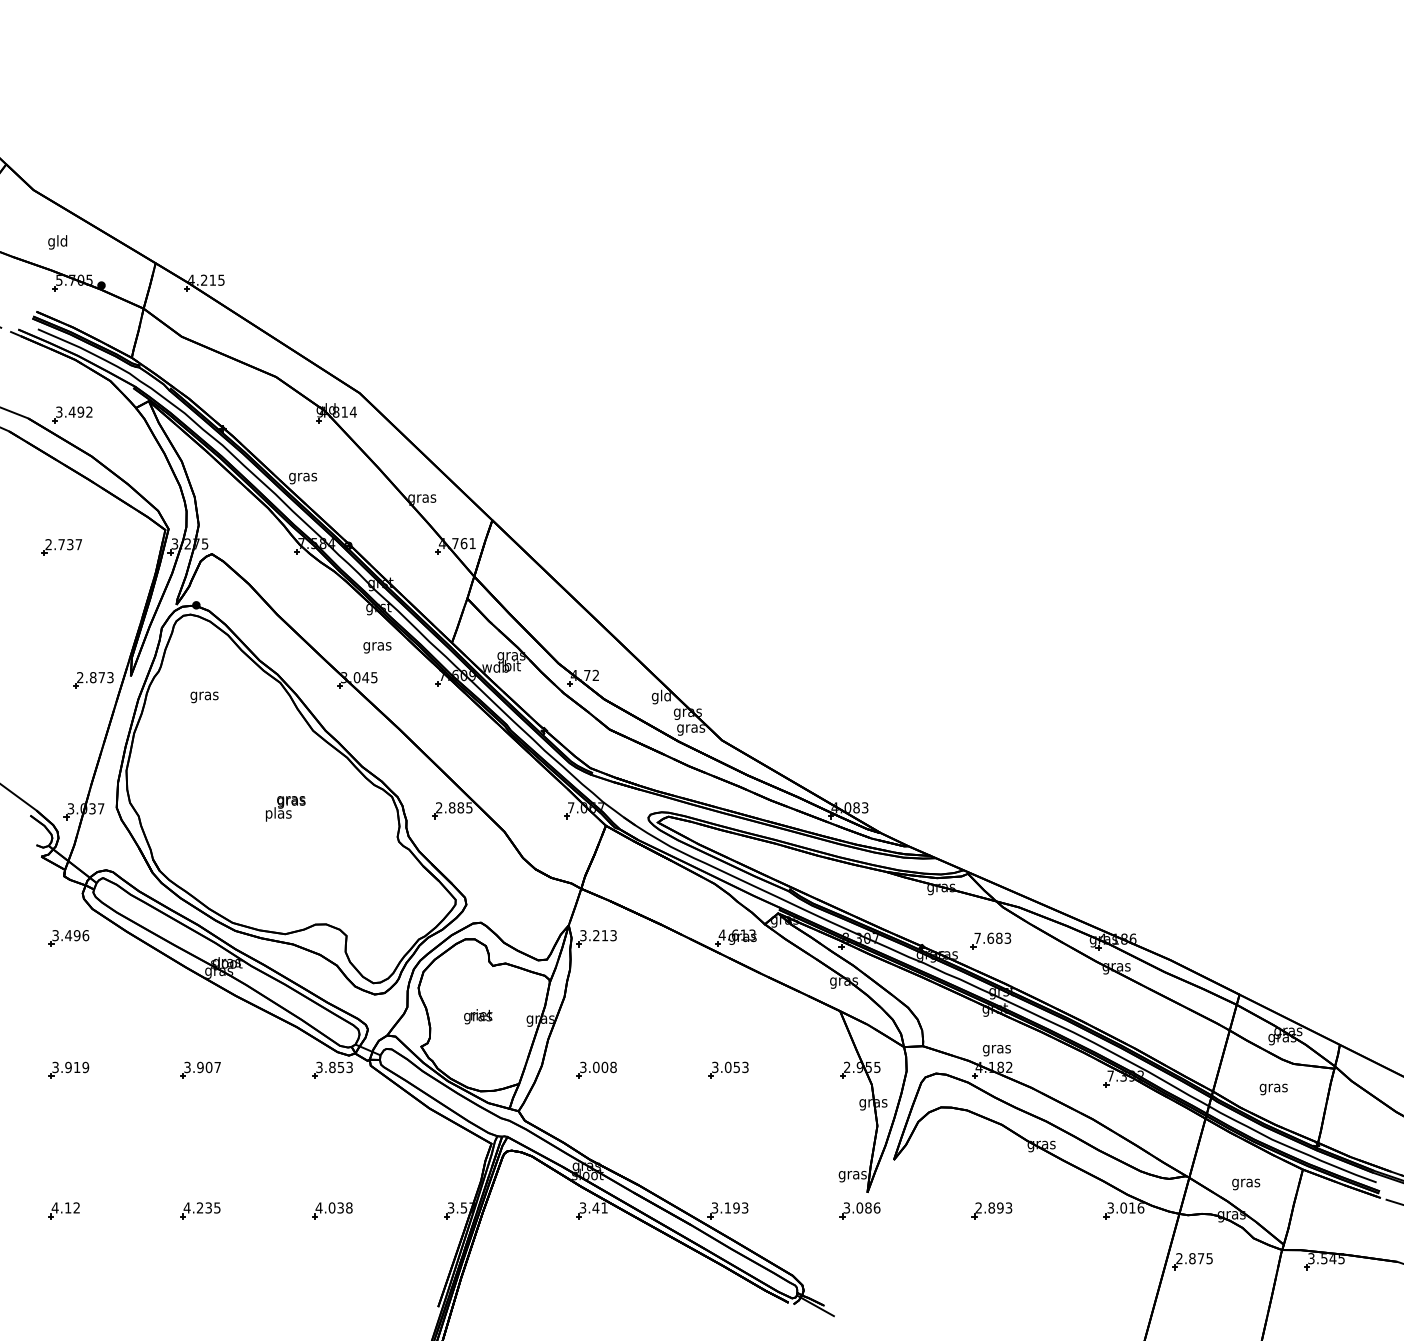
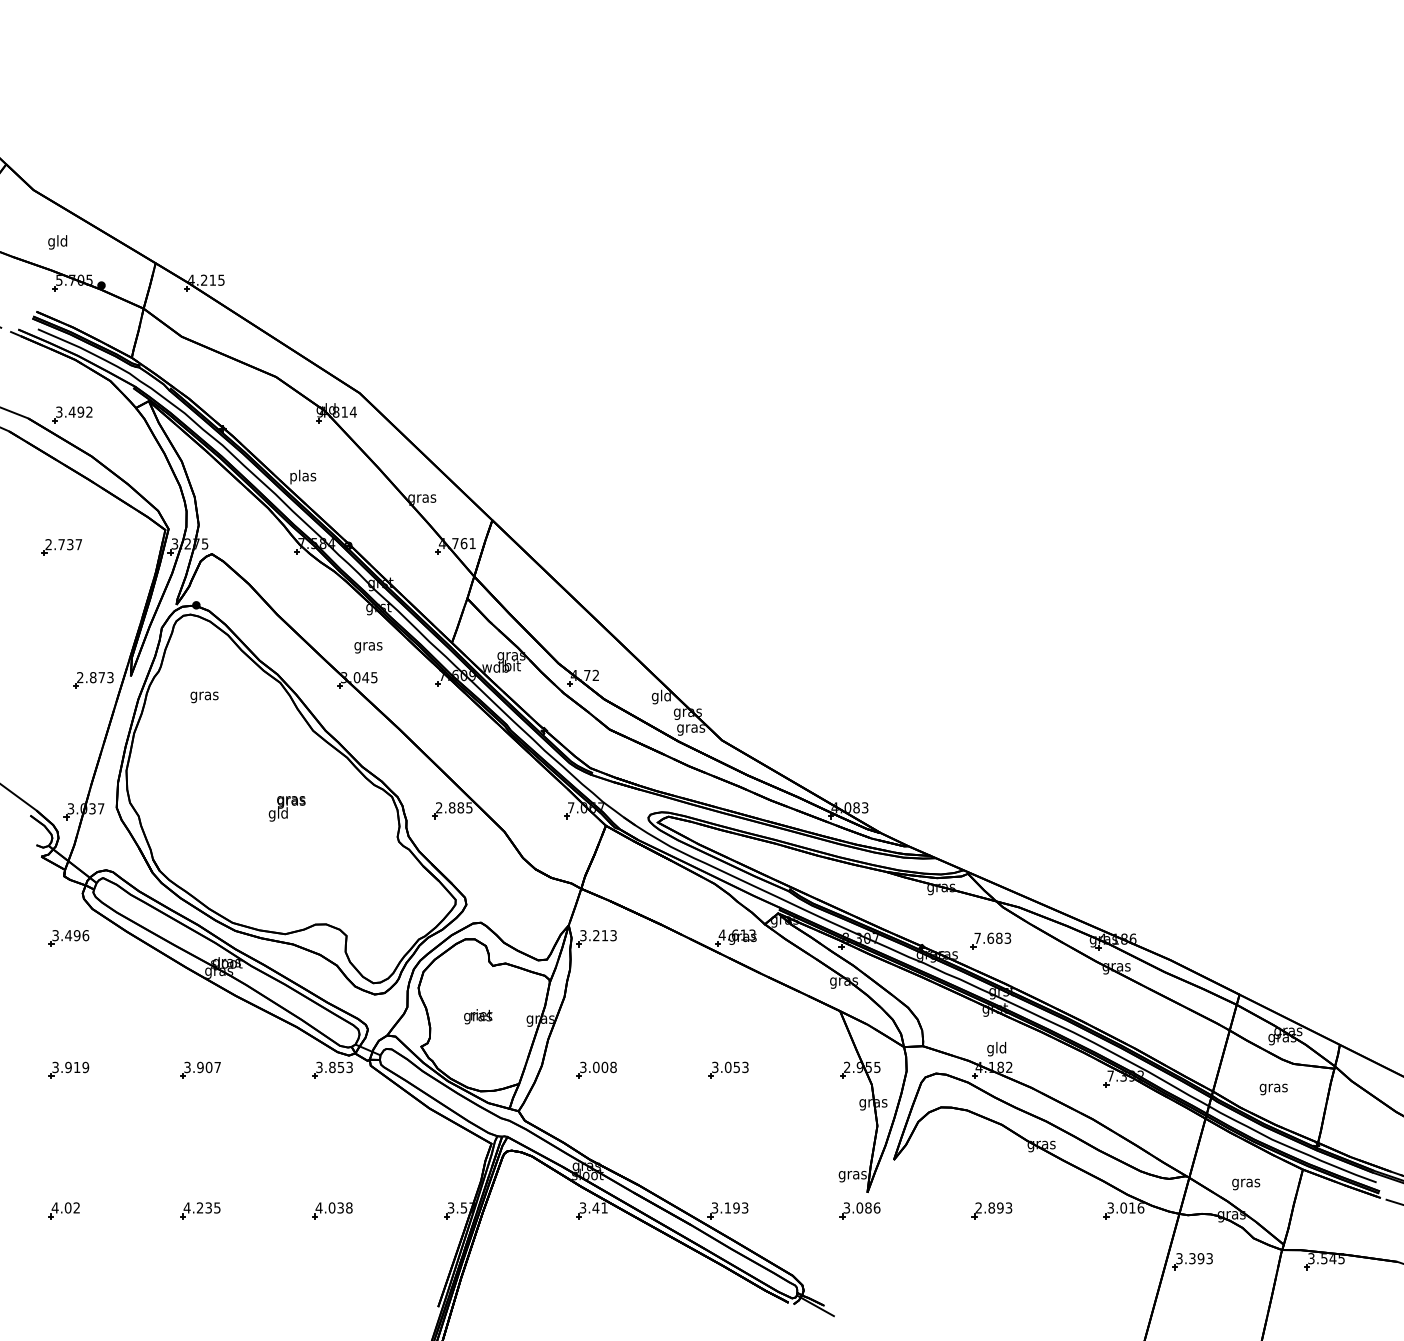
text at (303, 476): gras -> plas
text at (377, 647) position: (377, 647) -> (368, 647)
text at (278, 814): plas -> gld
text at (996, 1048): gras -> gld
text at (67, 1207): 4.12 -> 4.02
text at (1194, 1258): 2.875 -> 3.393
